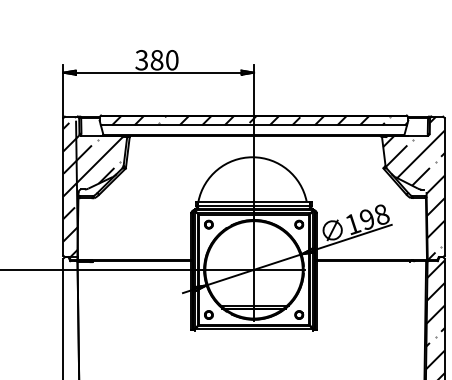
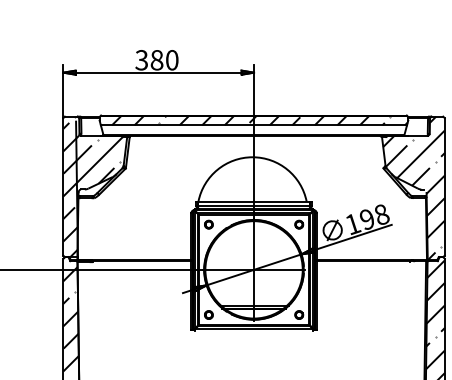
hatch at (70, 314): none -> present
